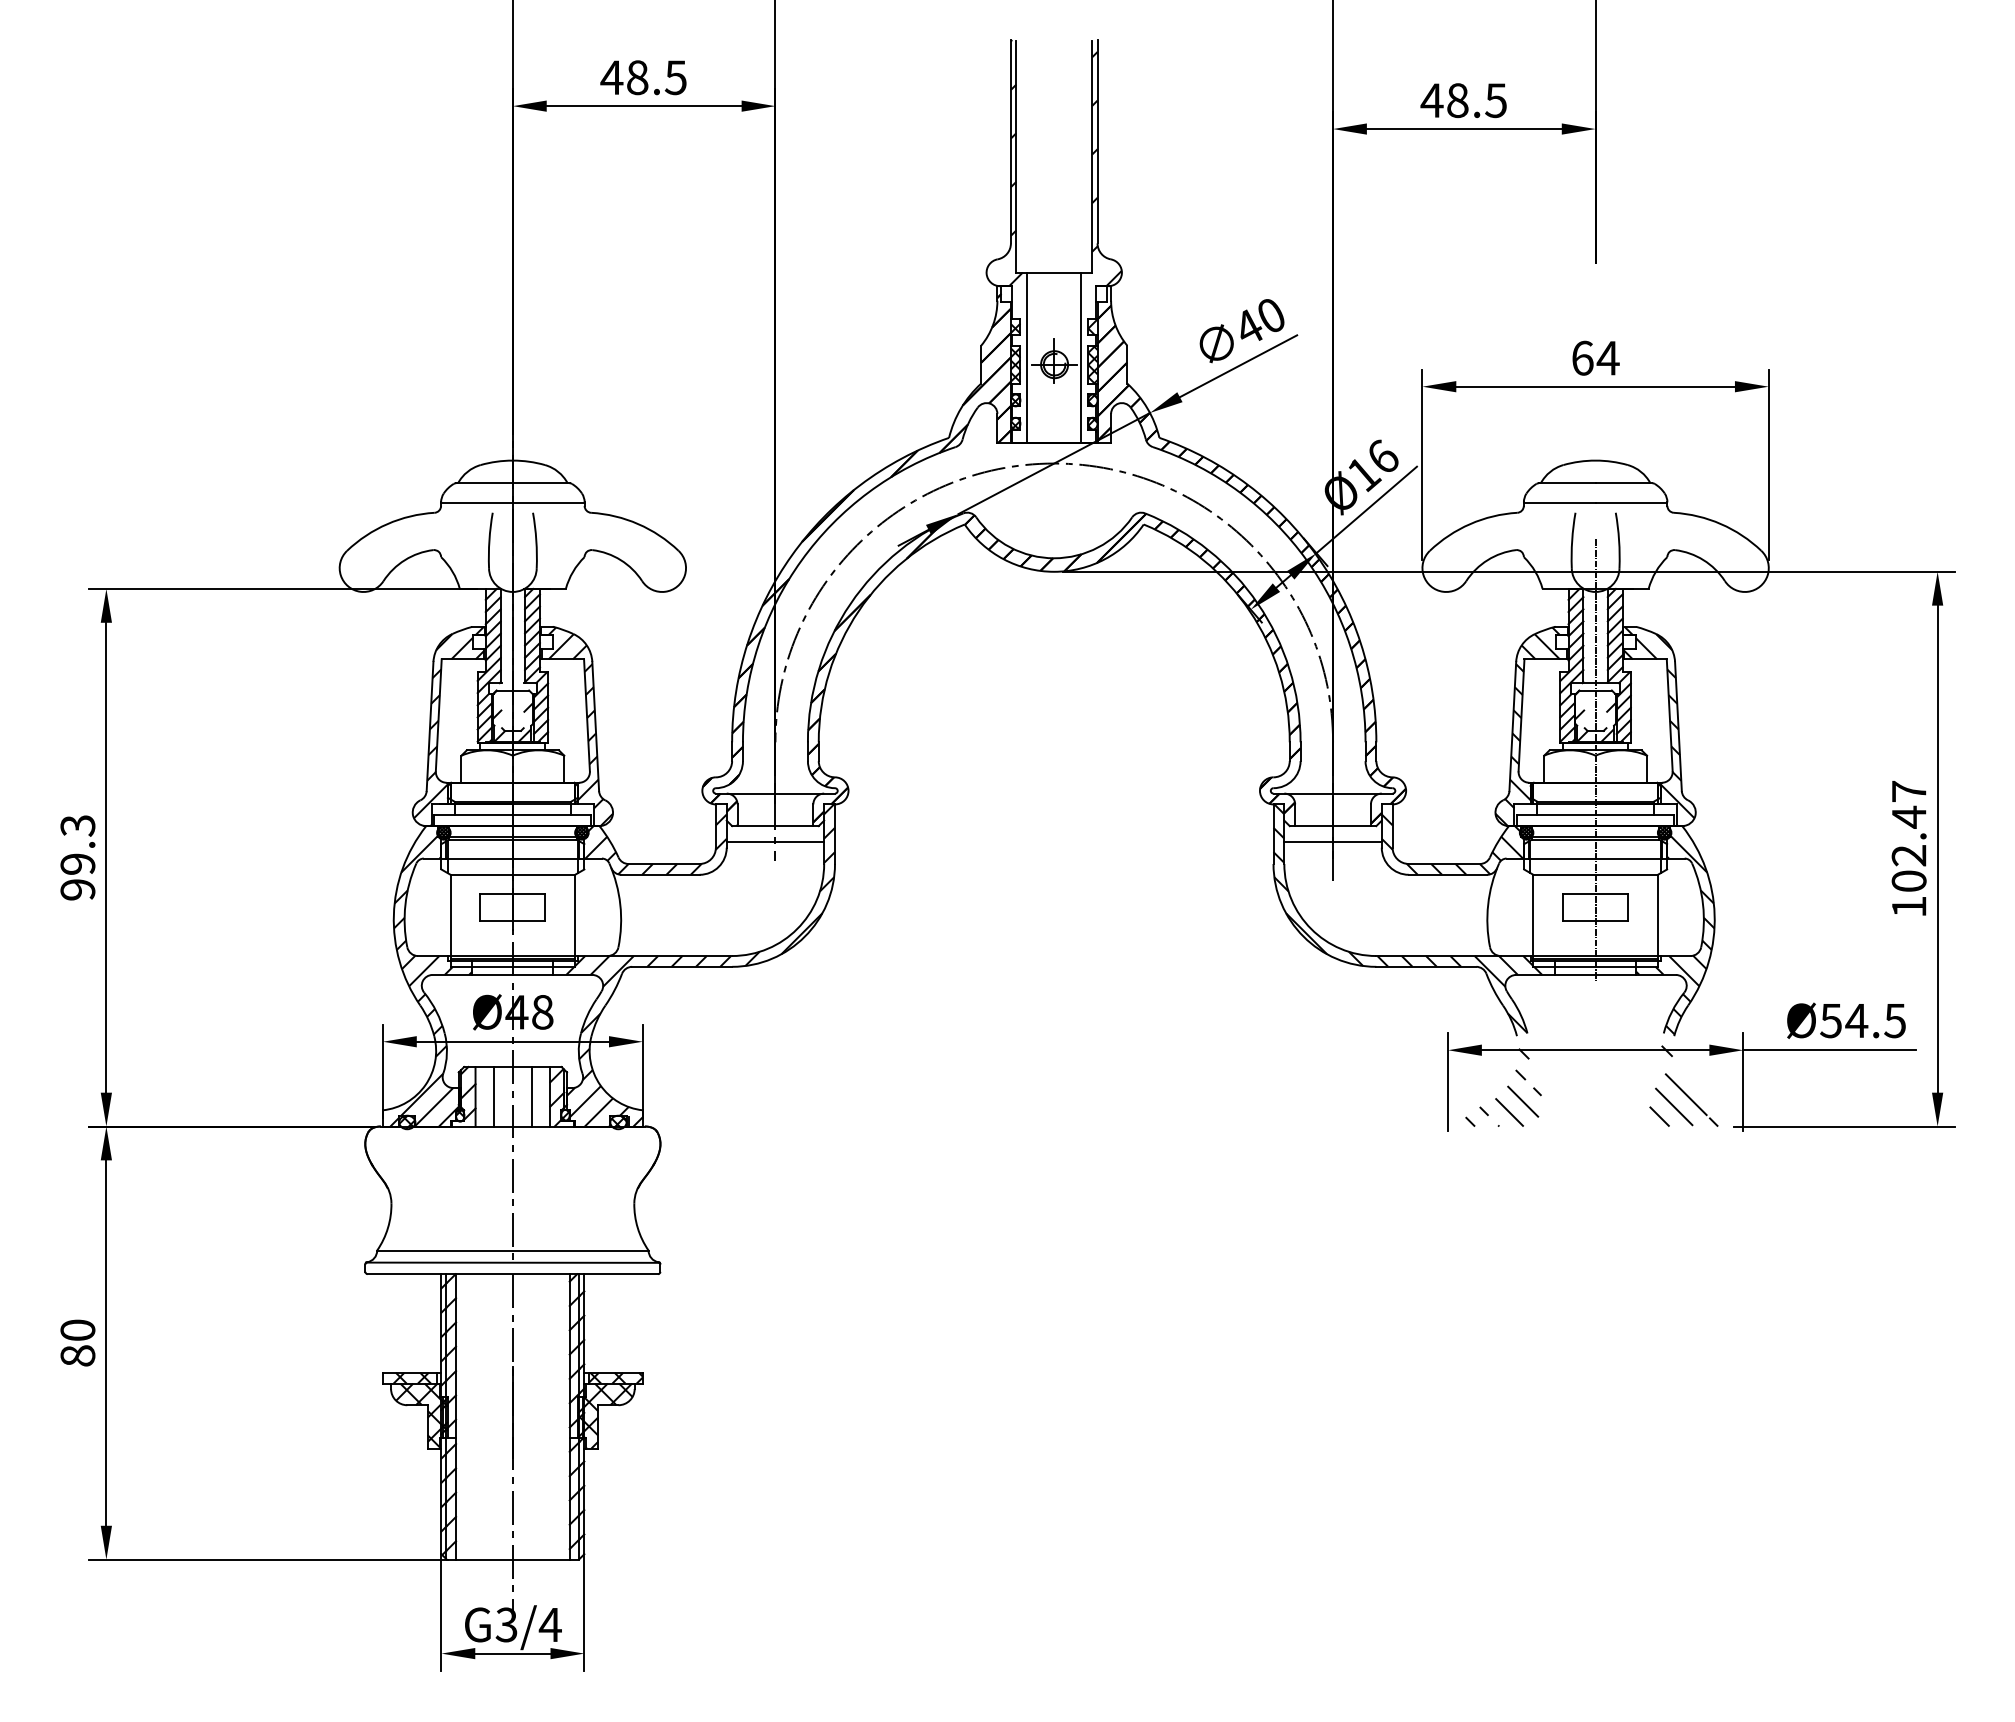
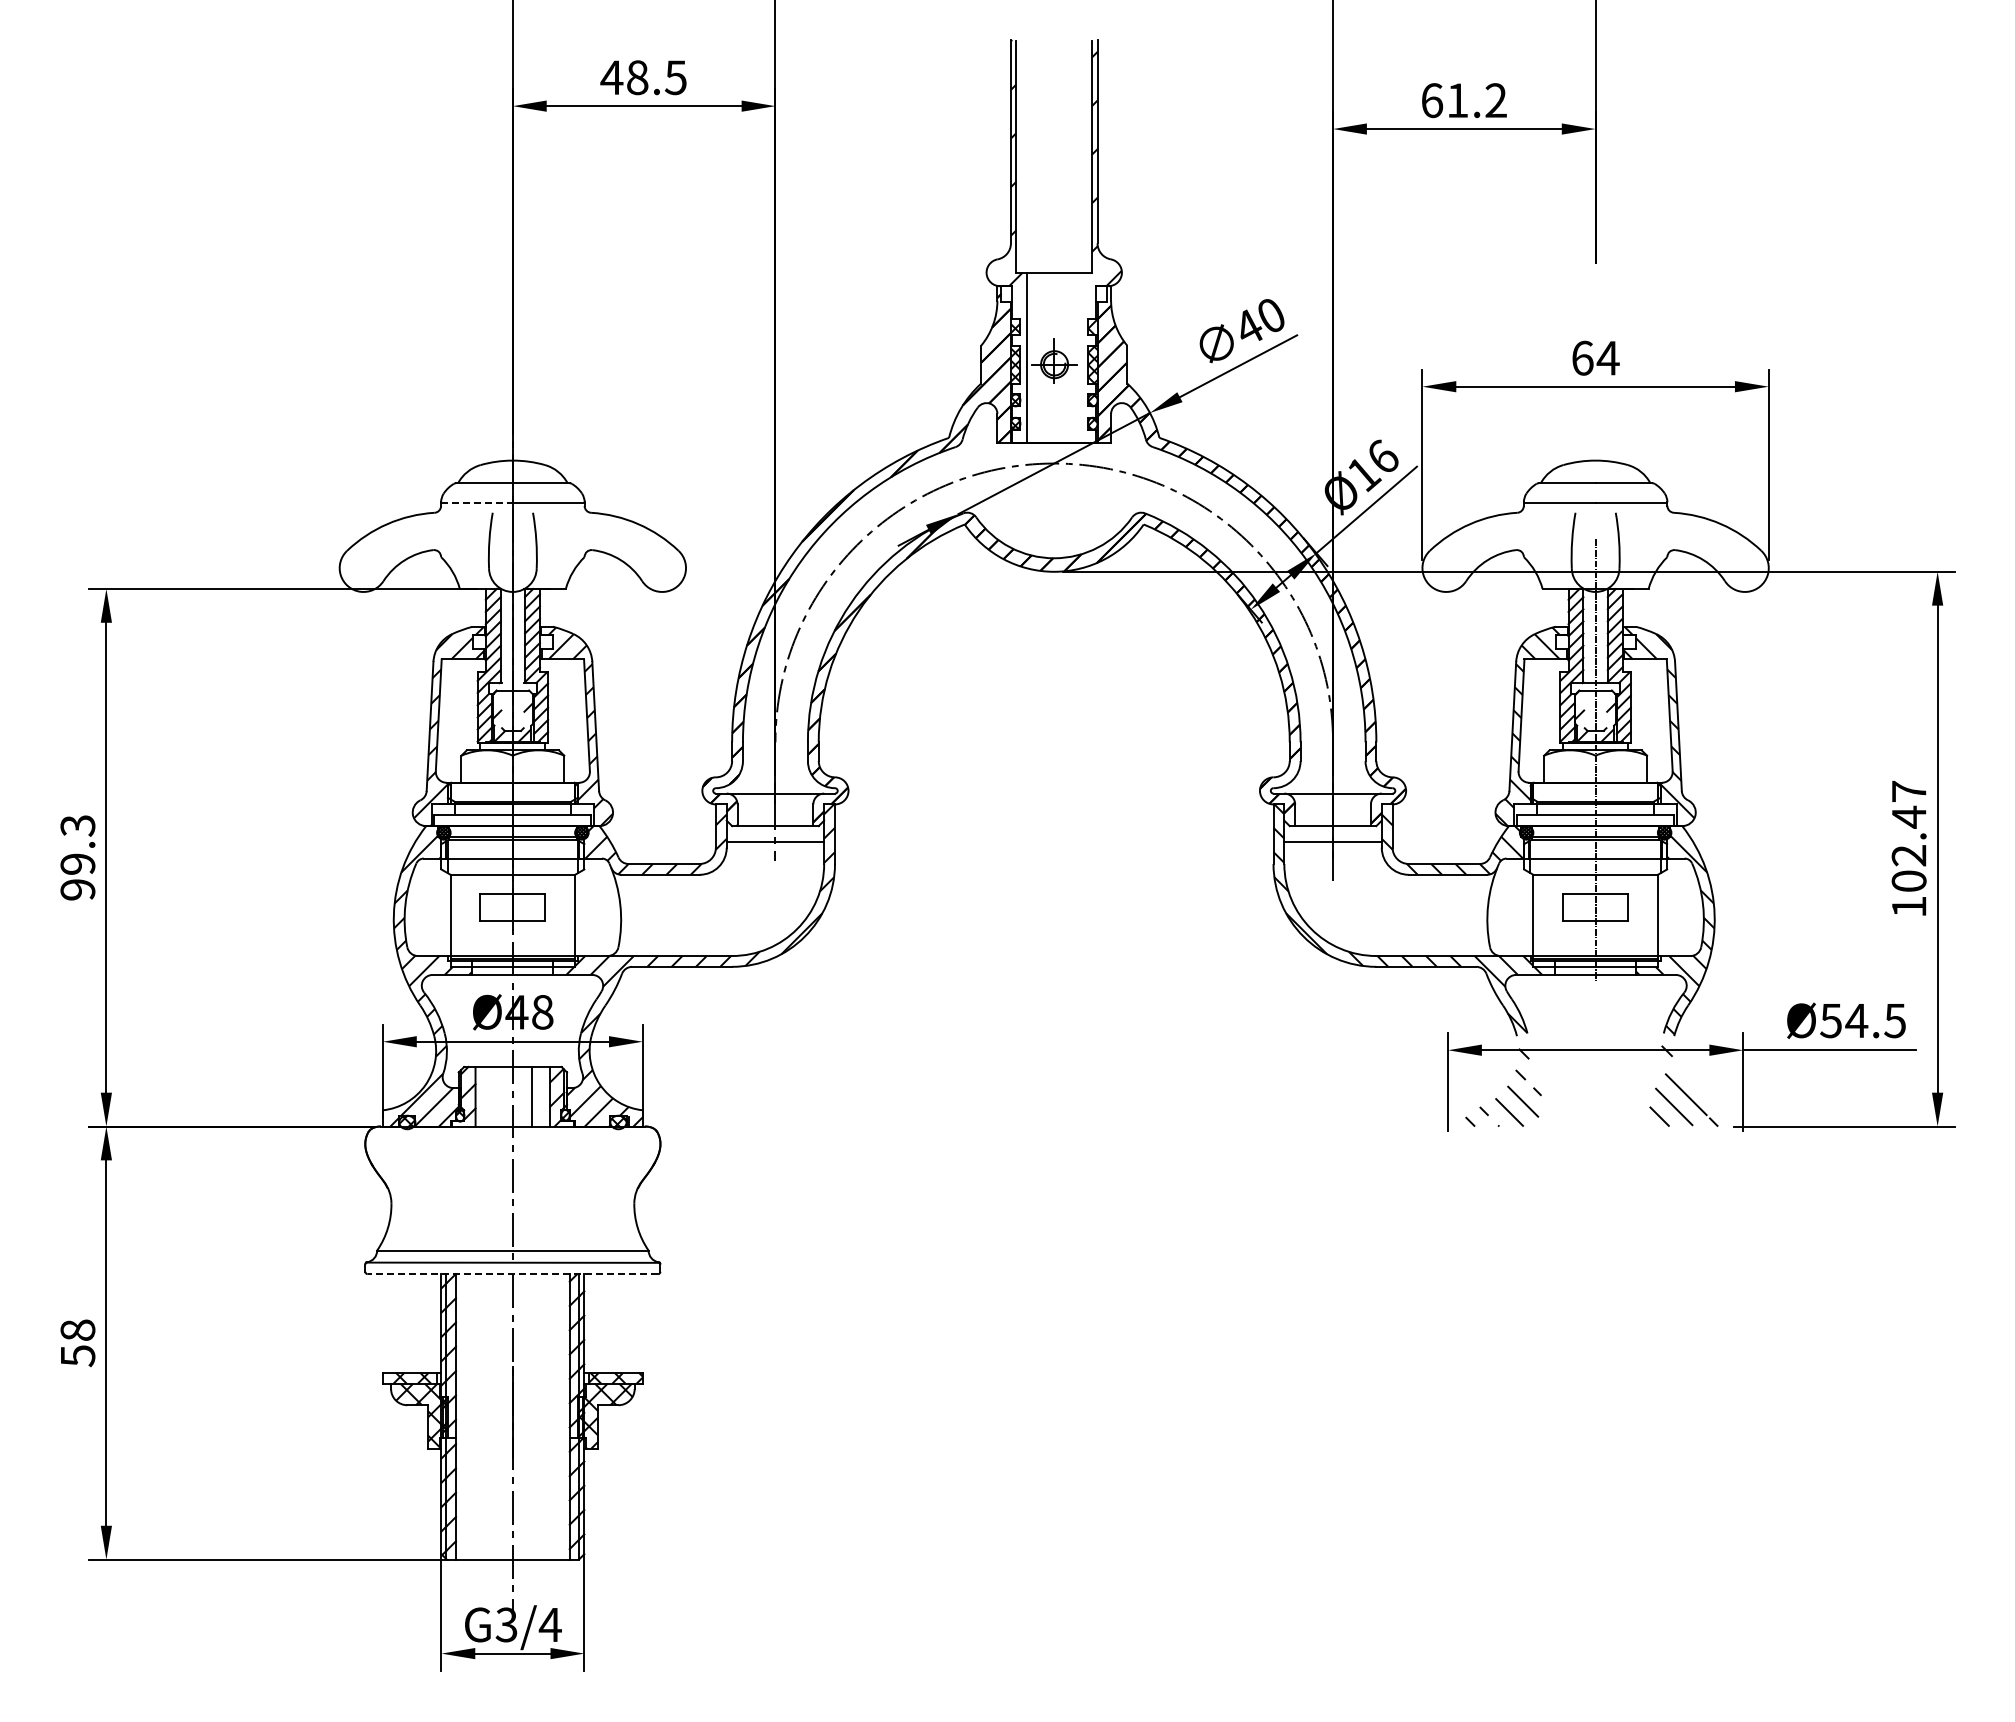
text at (1463, 100): 48.5 -> 61.2
line at (1081, 357): present -> none
line at (477, 503): solid -> dashed
line at (494, 1096): present -> none
line at (512, 1274): solid -> dashed
text at (77, 1343): 80 -> 58
